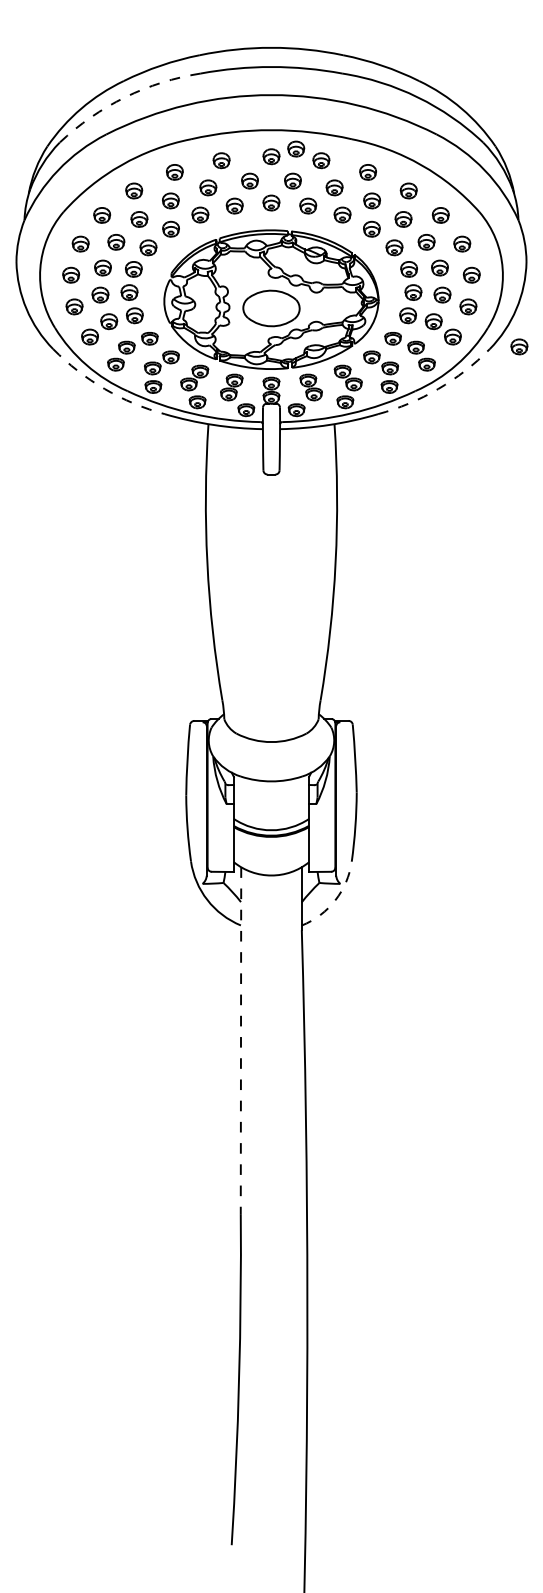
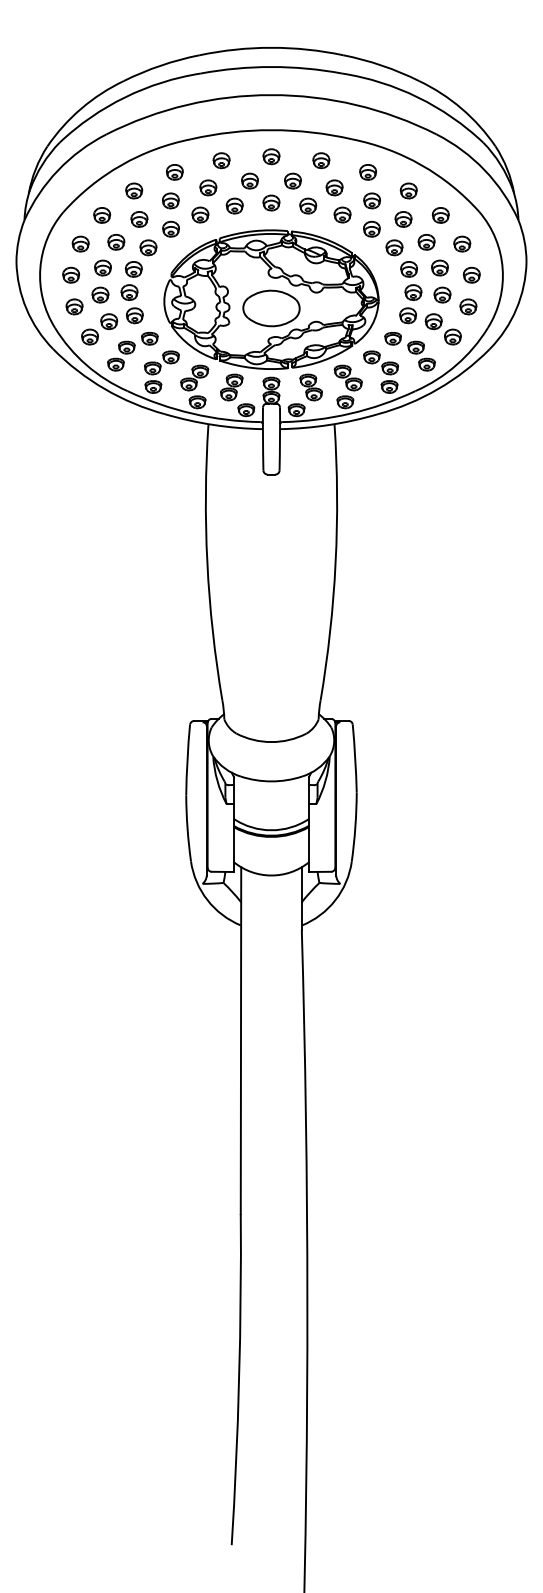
arc at (125, 97): dashed -> solid
part at (296, 148): present -> none
part at (519, 346): present -> none
arc at (104, 389): dashed -> solid
arc at (438, 389): dashed -> solid
arc at (335, 900): dashed -> solid
line at (240, 1041): dashed -> solid
